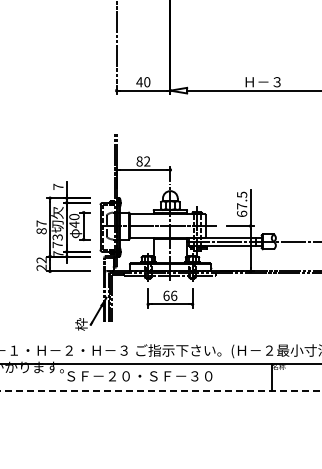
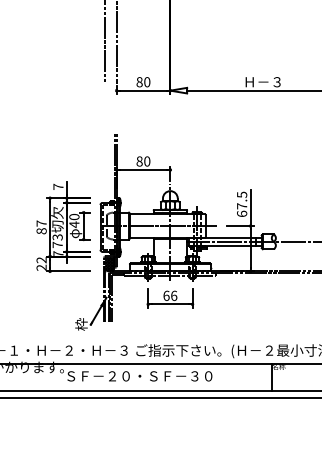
line at (105, 42): none -> present
text at (139, 82): 40 -> 80
text at (147, 161): 82 -> 80
hatch at (109, 264): none -> present
line at (161, 391): dashed -> solid
line at (160, 397): none -> present
